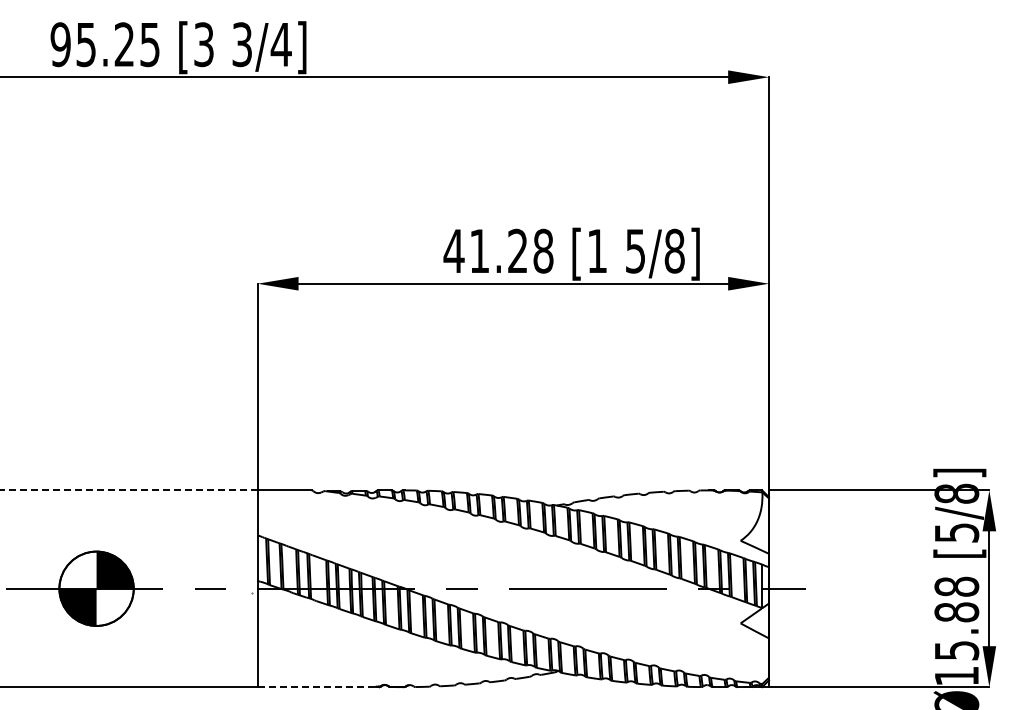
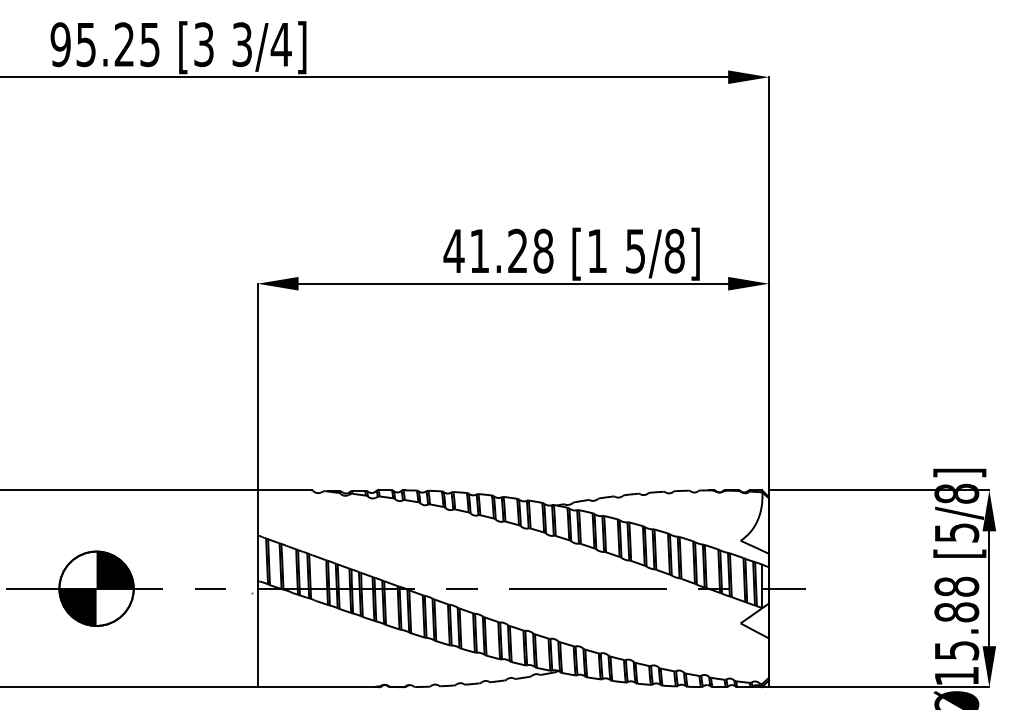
line at (129, 490): dashed -> solid
line at (317, 687): dashed -> solid
